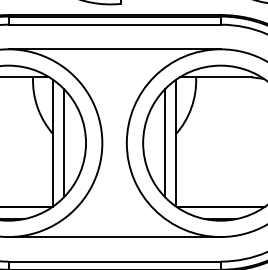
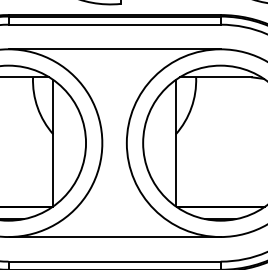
line at (64, 142): present -> none
line at (164, 142): present -> none
